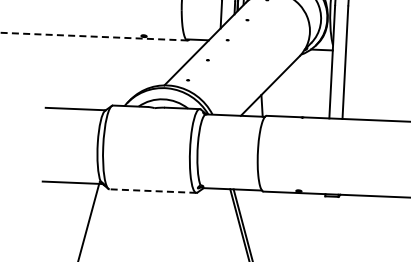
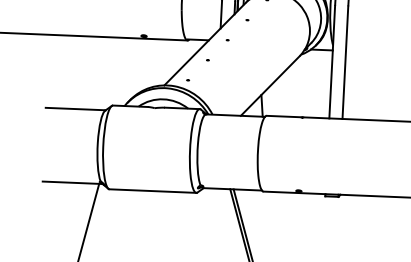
line at (93, 36): dashed -> solid
line at (152, 191): dashed -> solid
